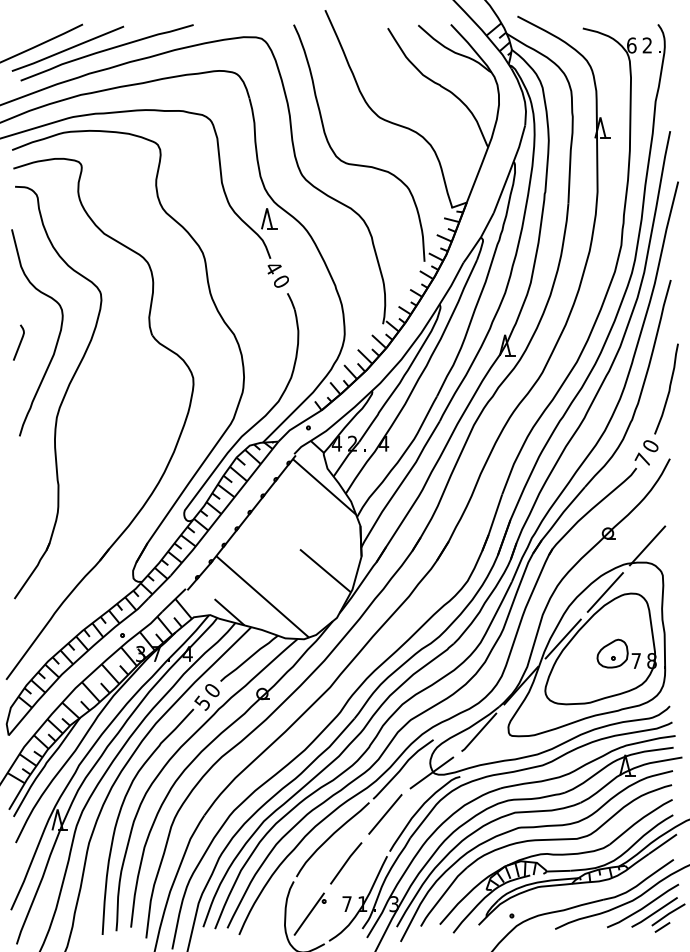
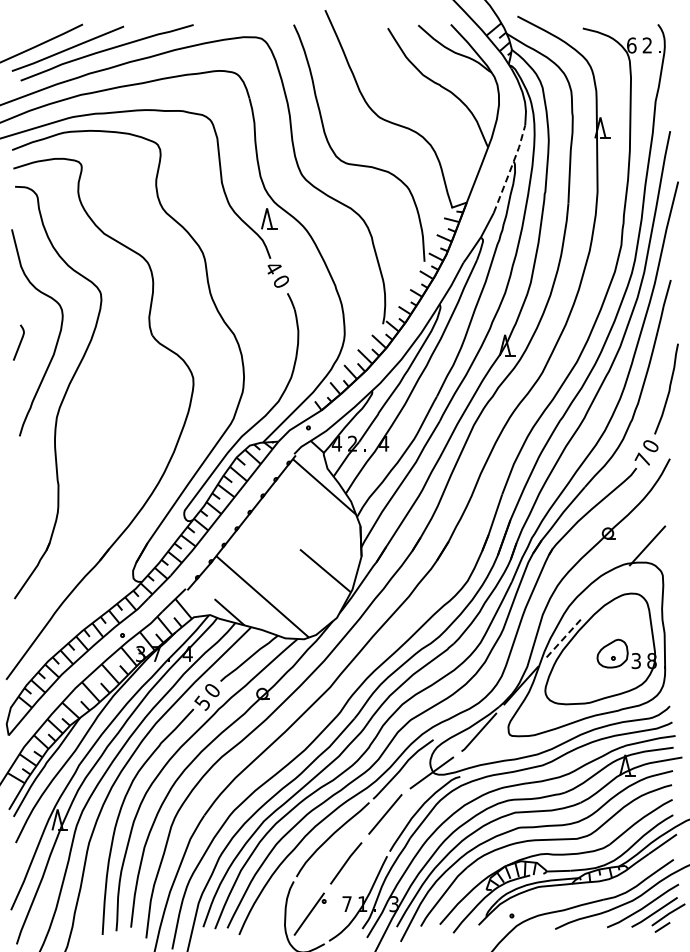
line at (510, 169): solid -> dashed
line at (604, 592): present -> none
line at (562, 639): solid -> dashed
text at (635, 661): 7 -> 3
